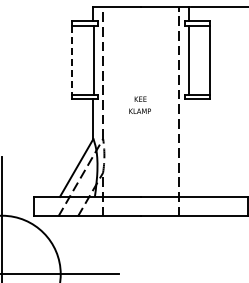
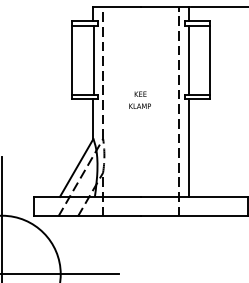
line at (72, 60): dashed -> solid
text at (139, 104) position: (139, 104) -> (139, 99)
line at (188, 147): none -> present
